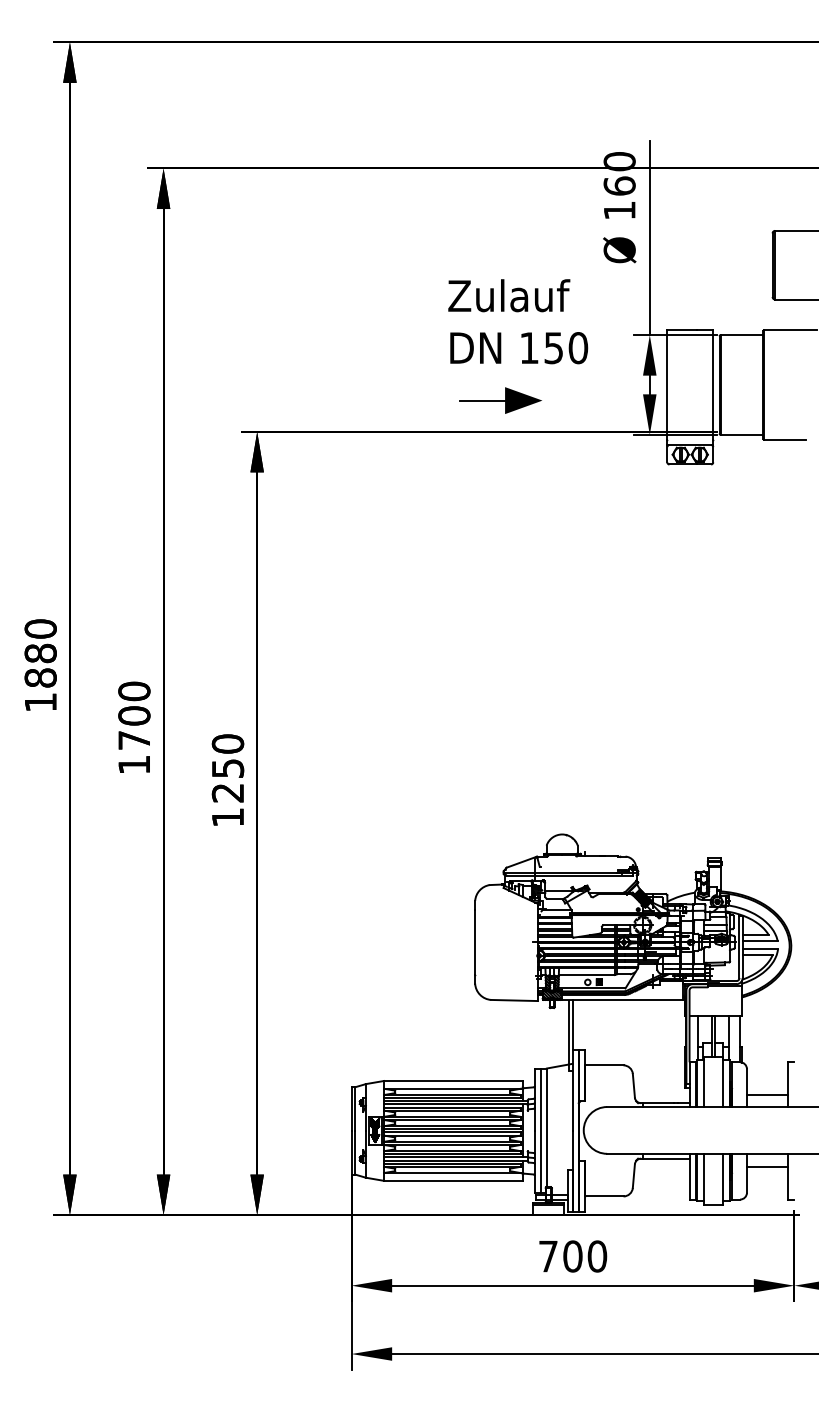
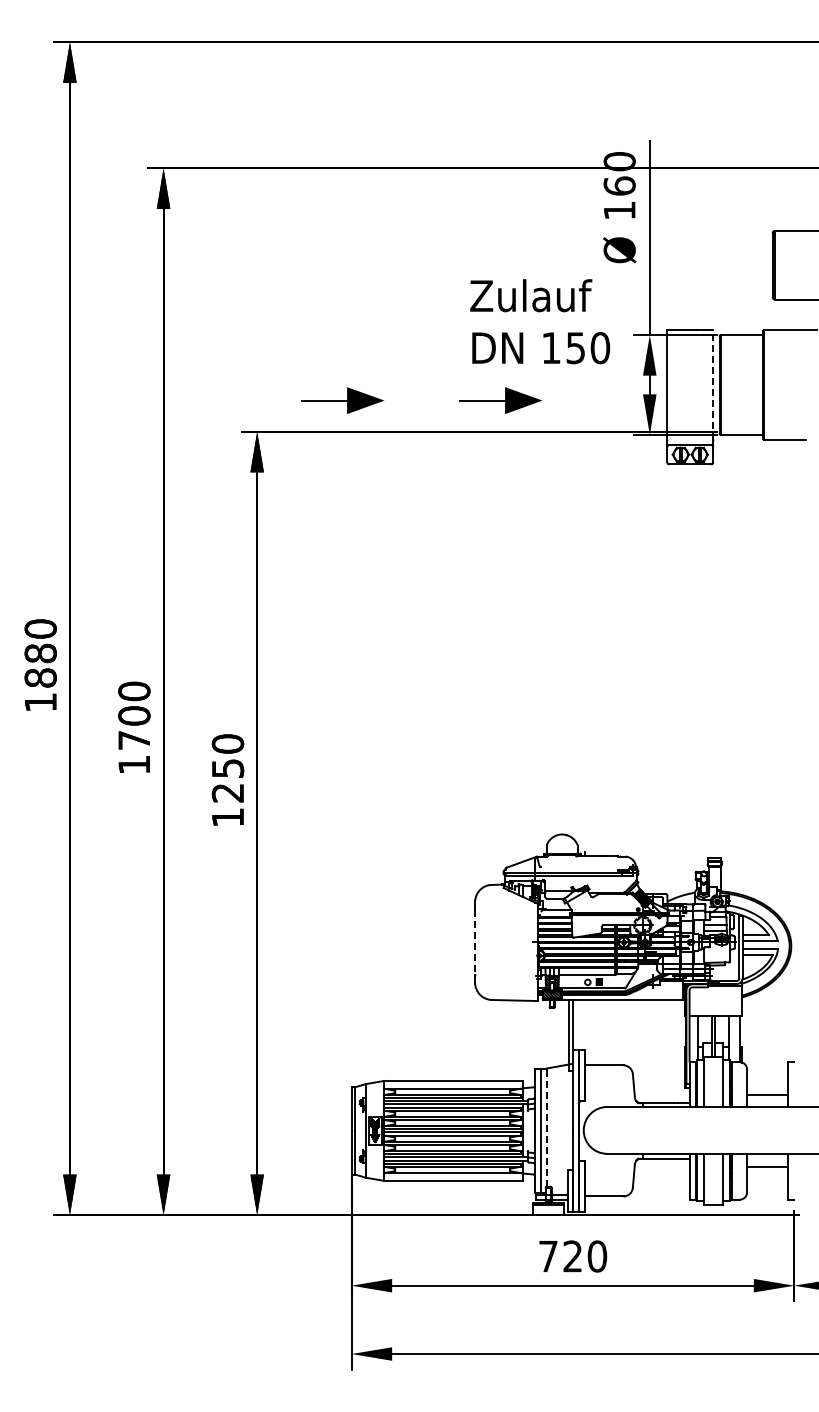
text at (518, 321) position: (518, 321) -> (540, 321)
line at (713, 385): solid -> dashed
part at (342, 400): none -> present
line at (474, 942): solid -> dashed
line at (546, 1127): solid -> dashed
text at (572, 1256): 700 -> 720
